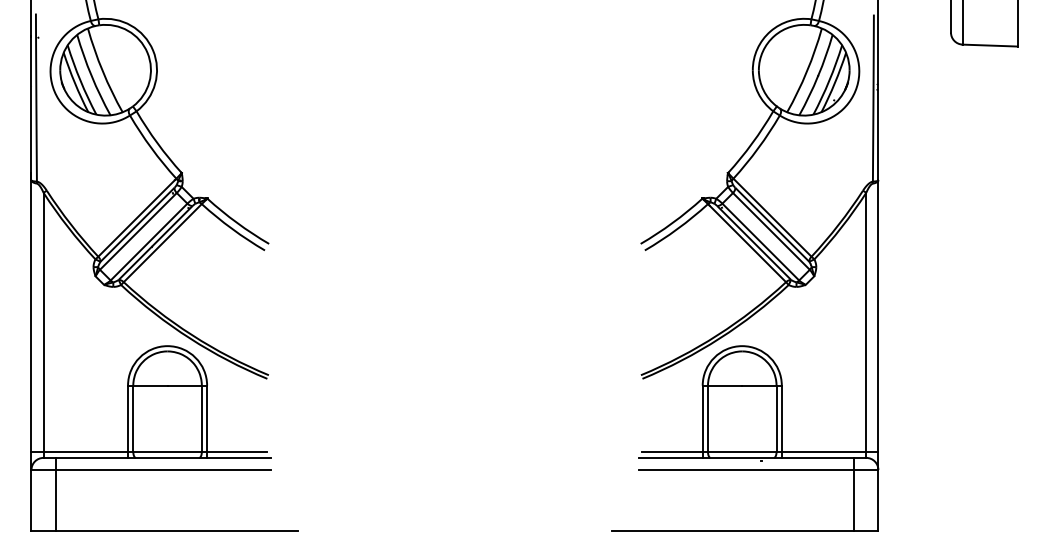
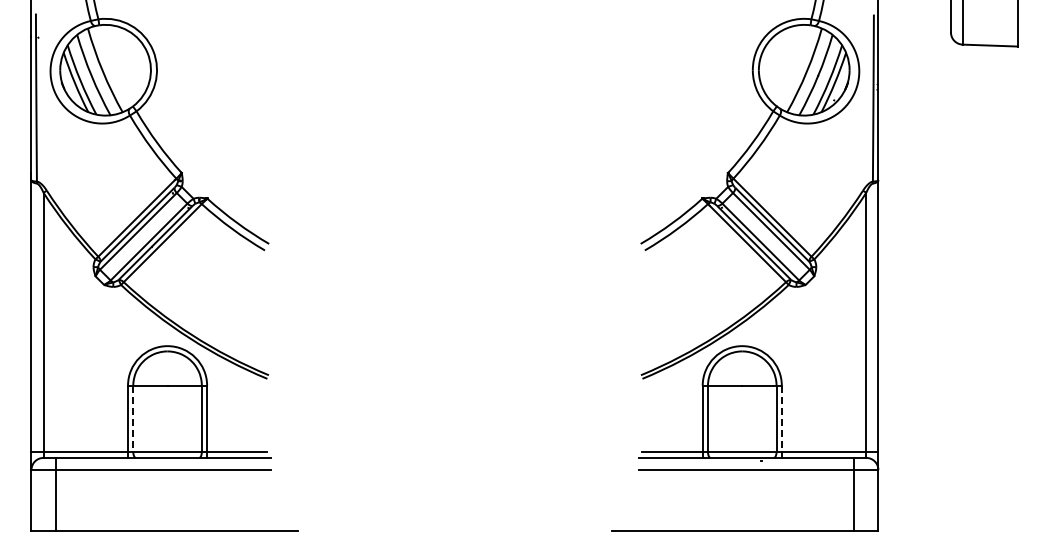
line at (133, 419): solid -> dashed
line at (781, 419): solid -> dashed
